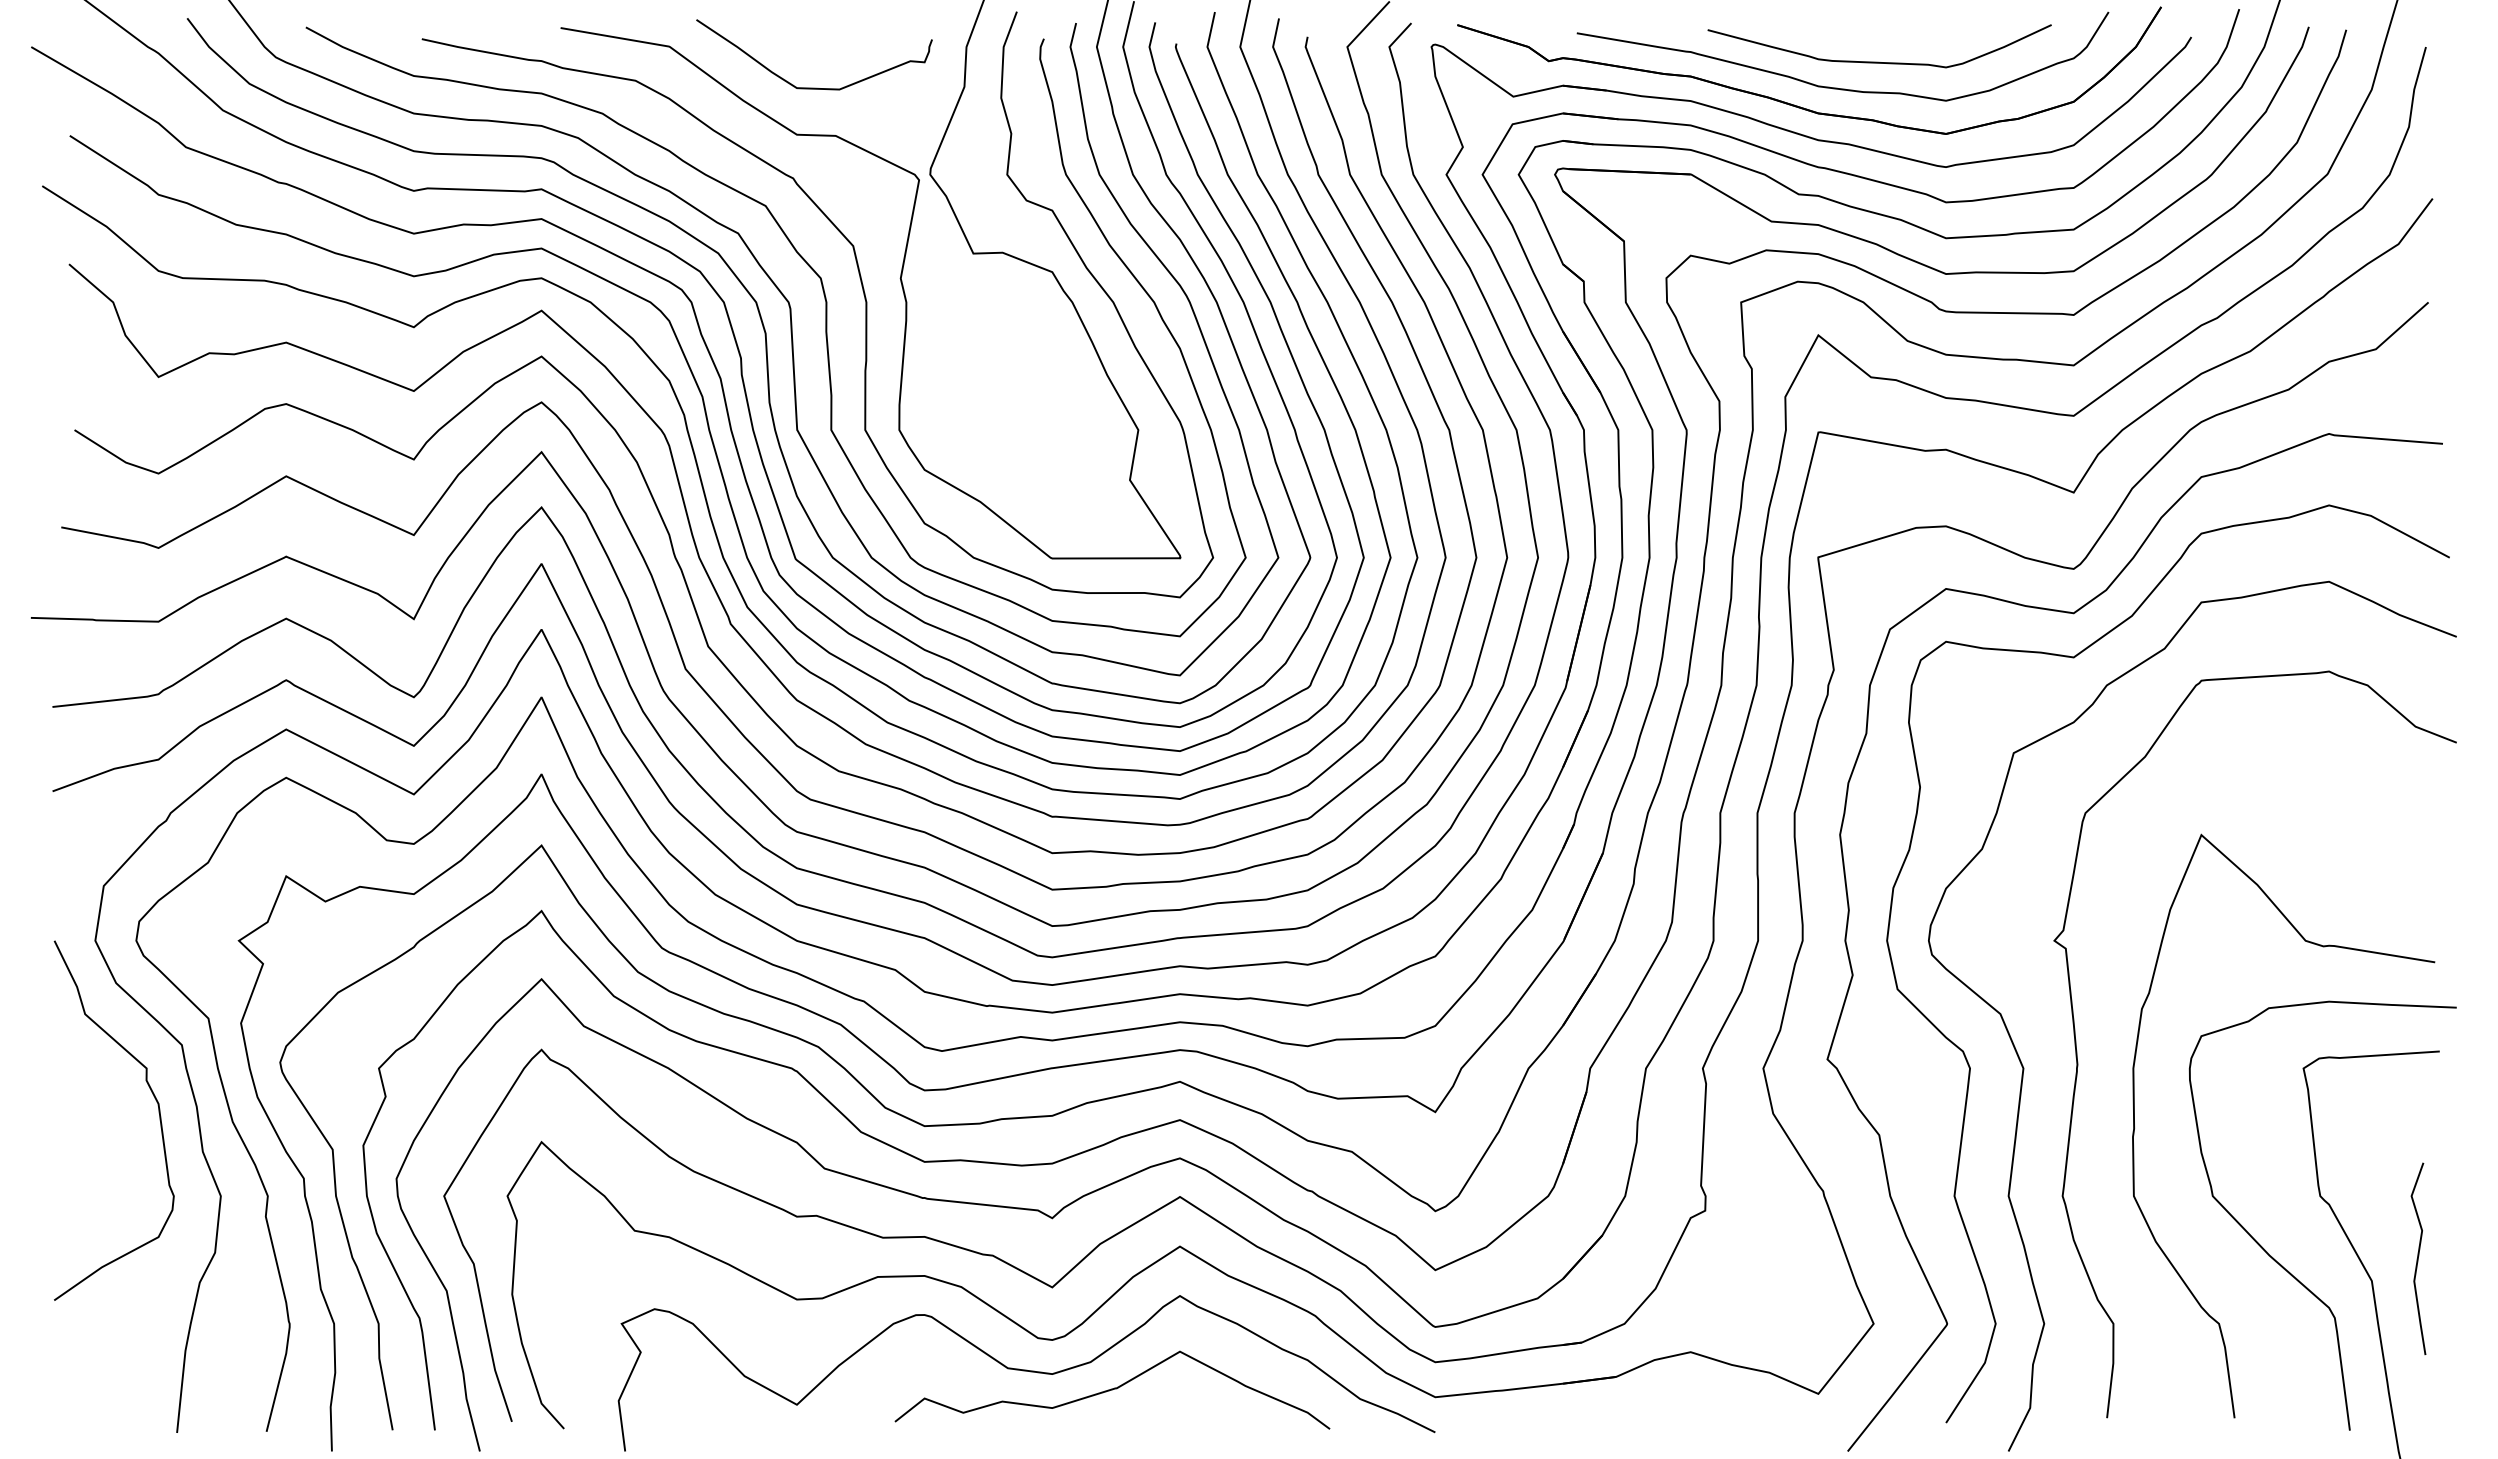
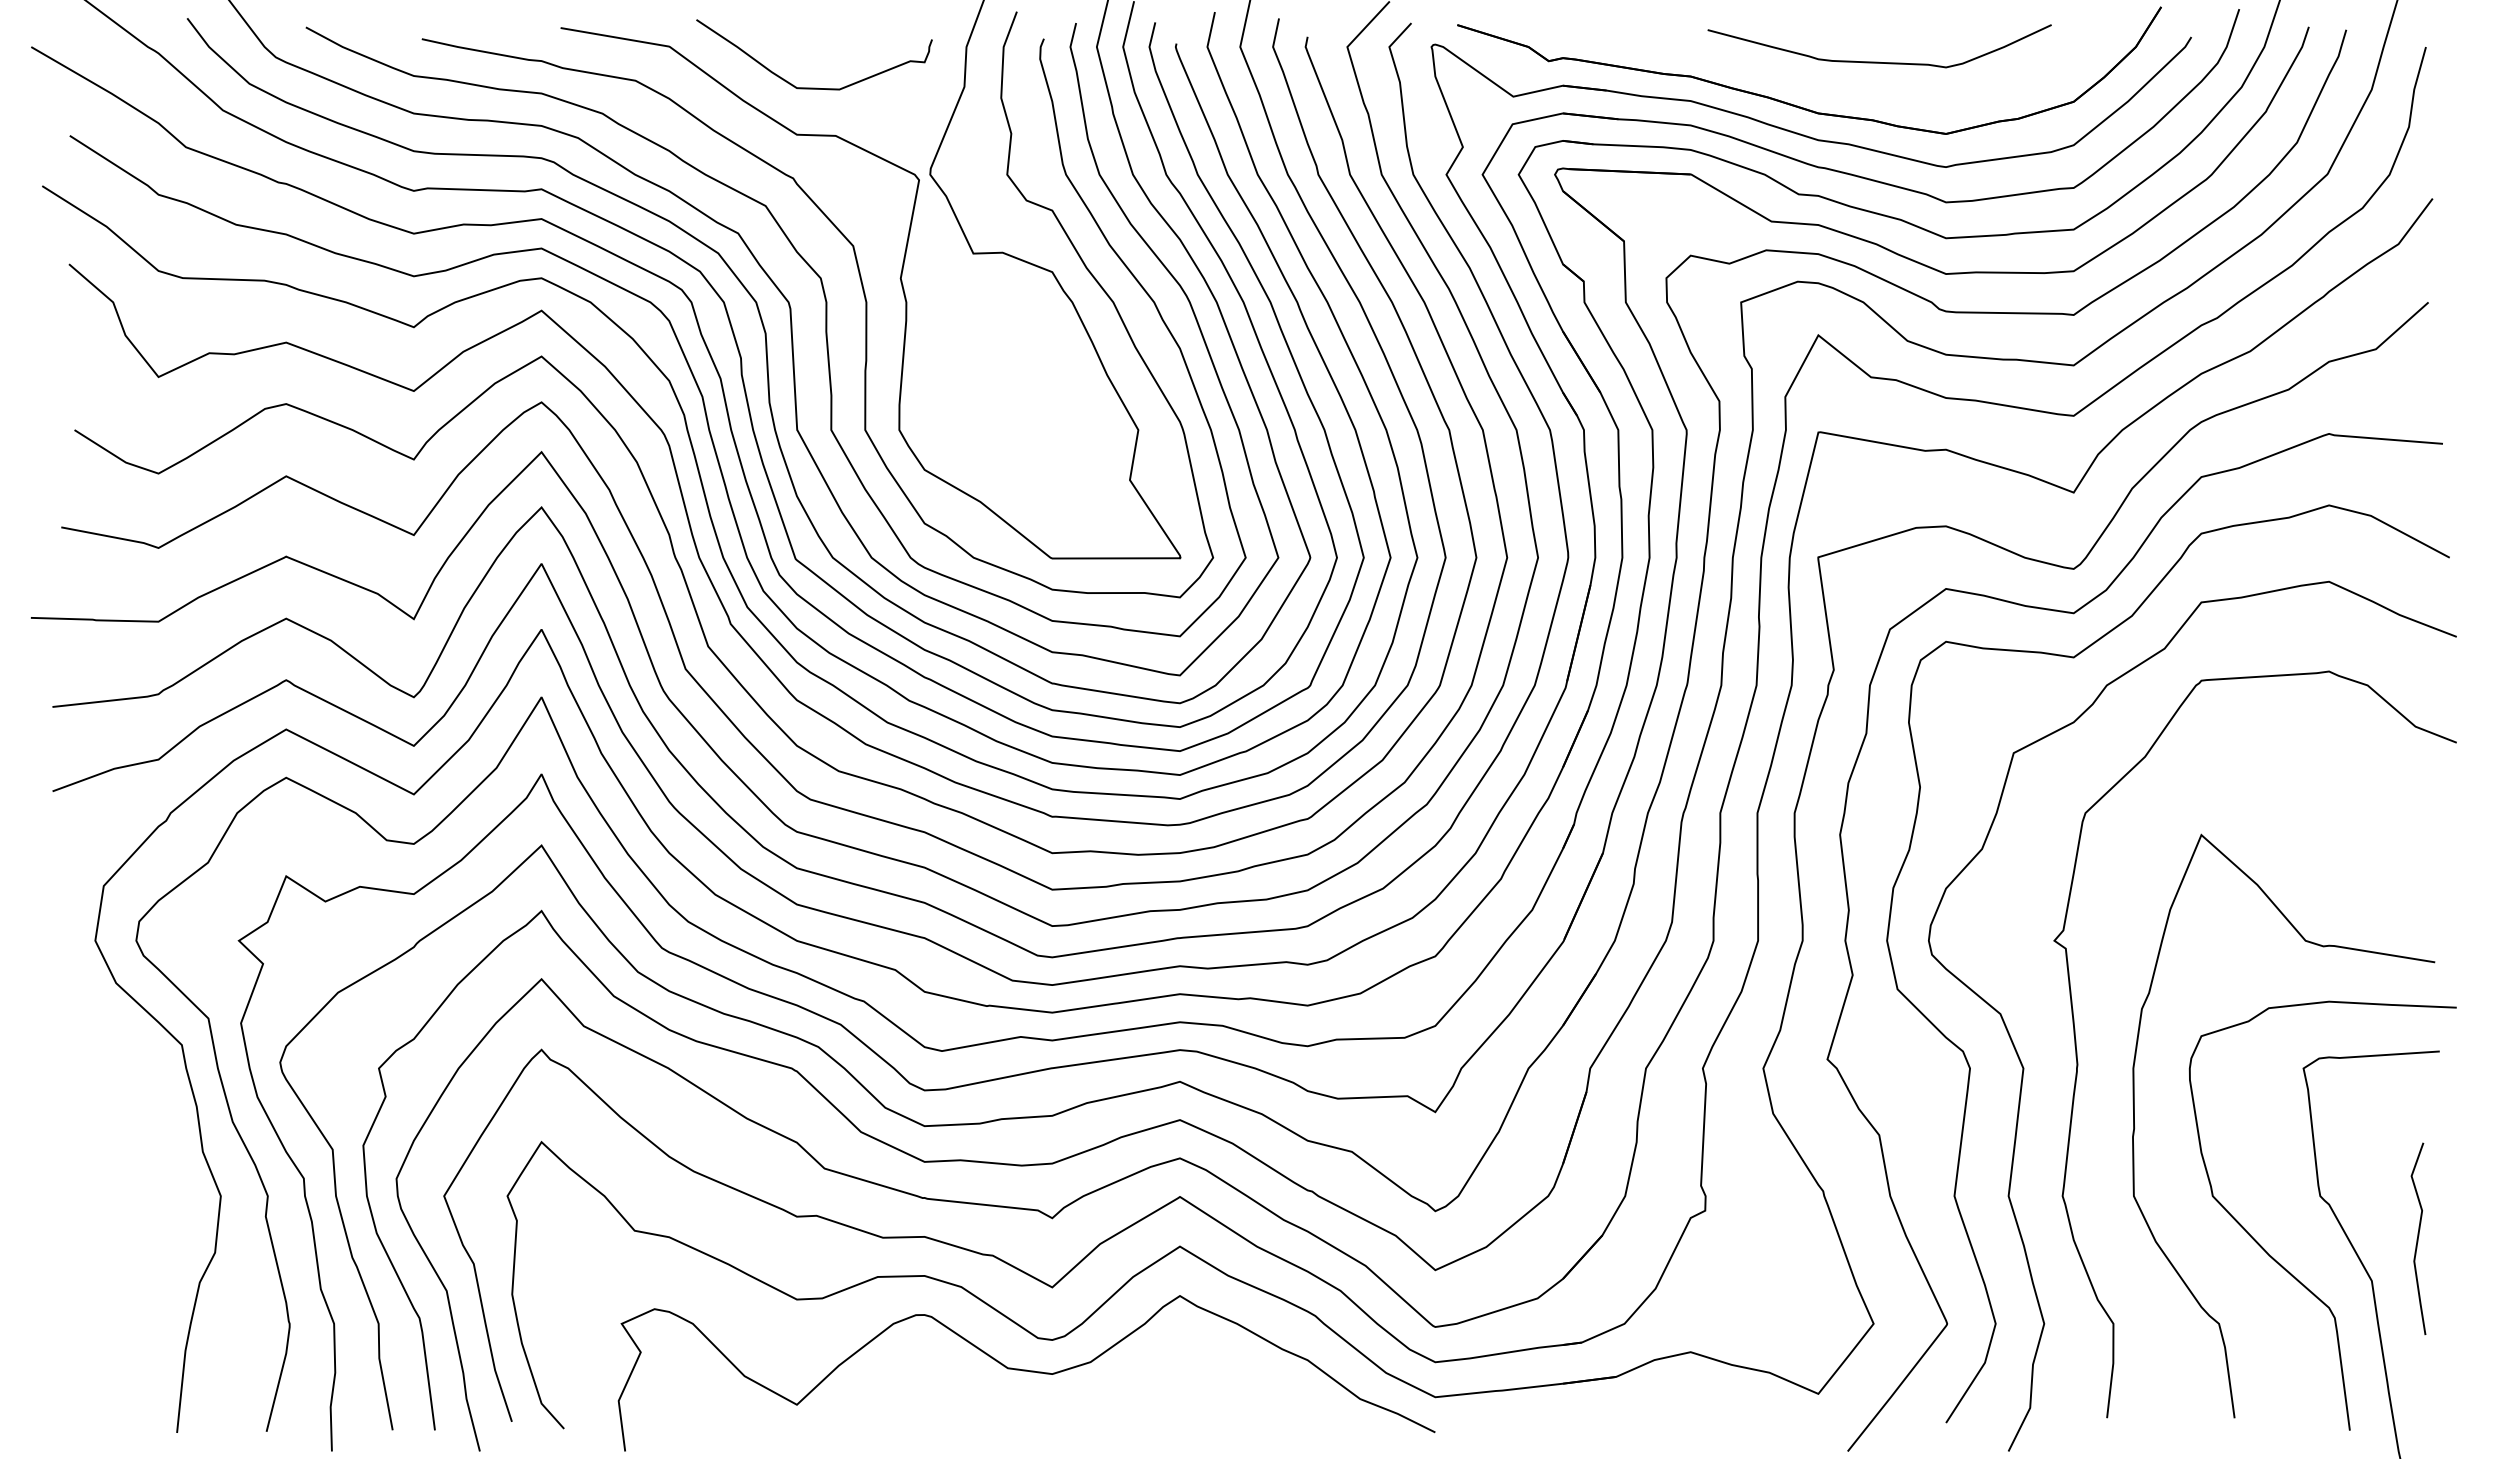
curve at (1837, 87): present -> none
curve at (158, 1113): present -> none
curve at (2418, 1258) position: (2418, 1258) -> (2418, 1238)
curve at (1112, 1389): present -> none
